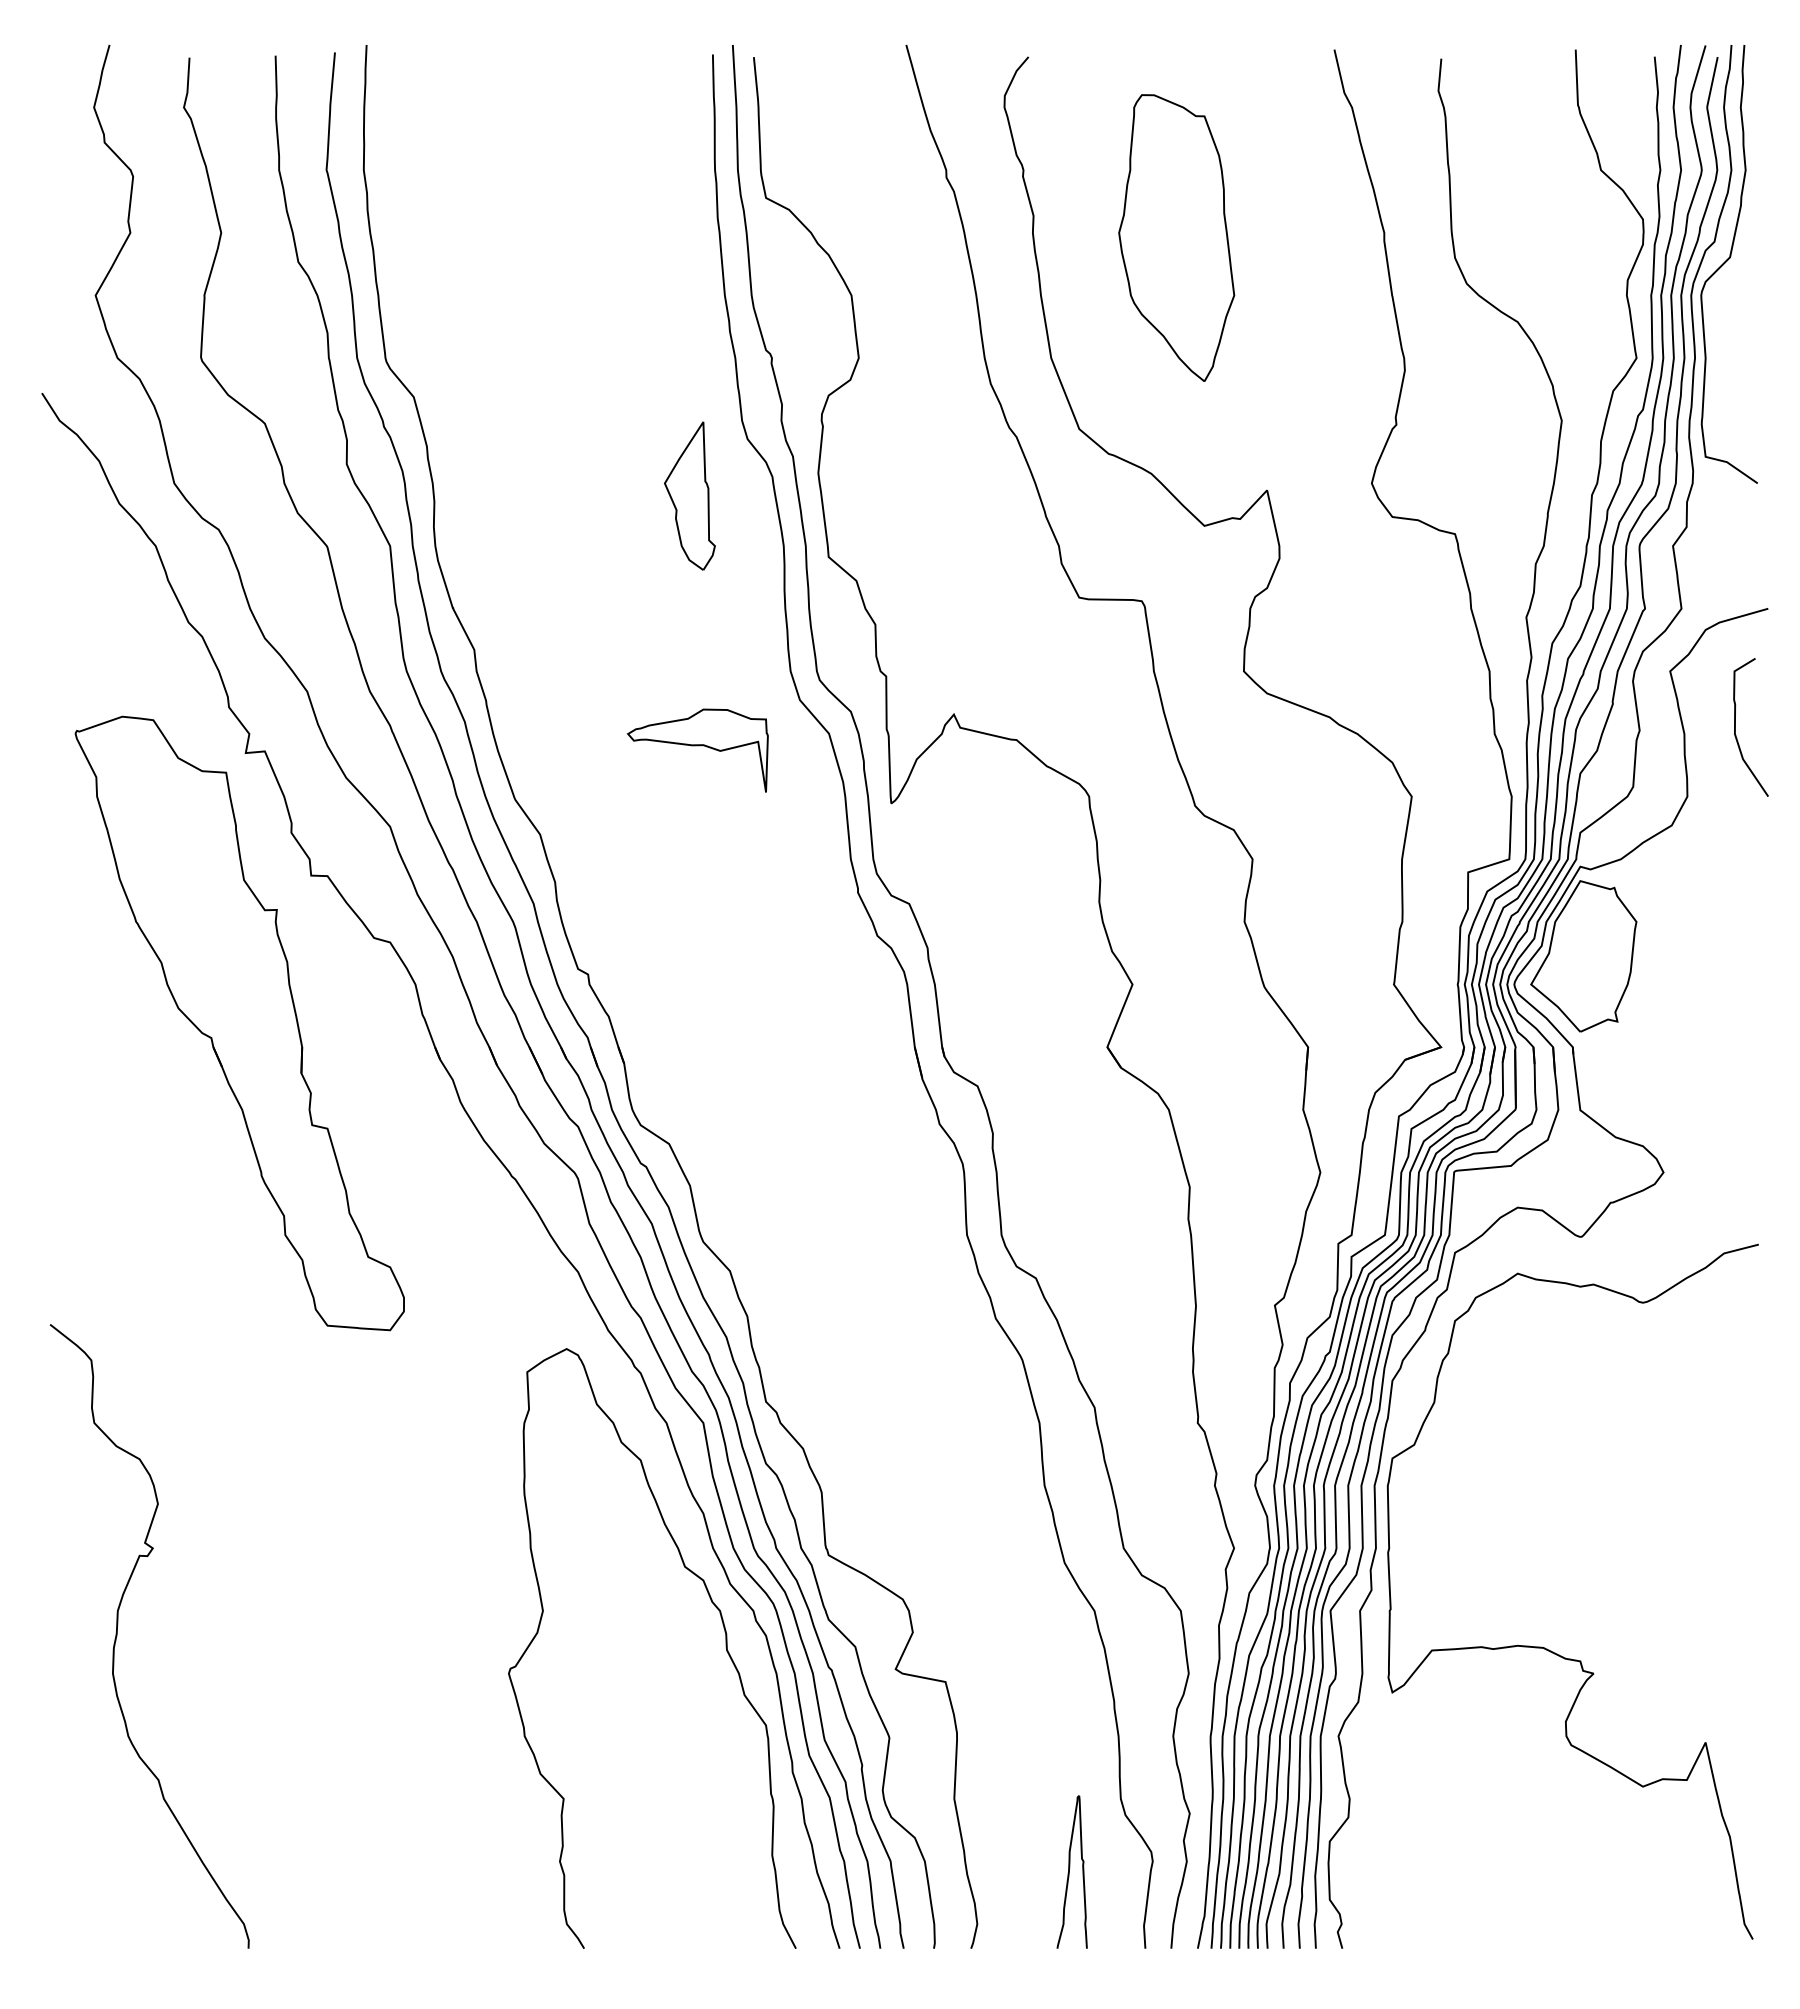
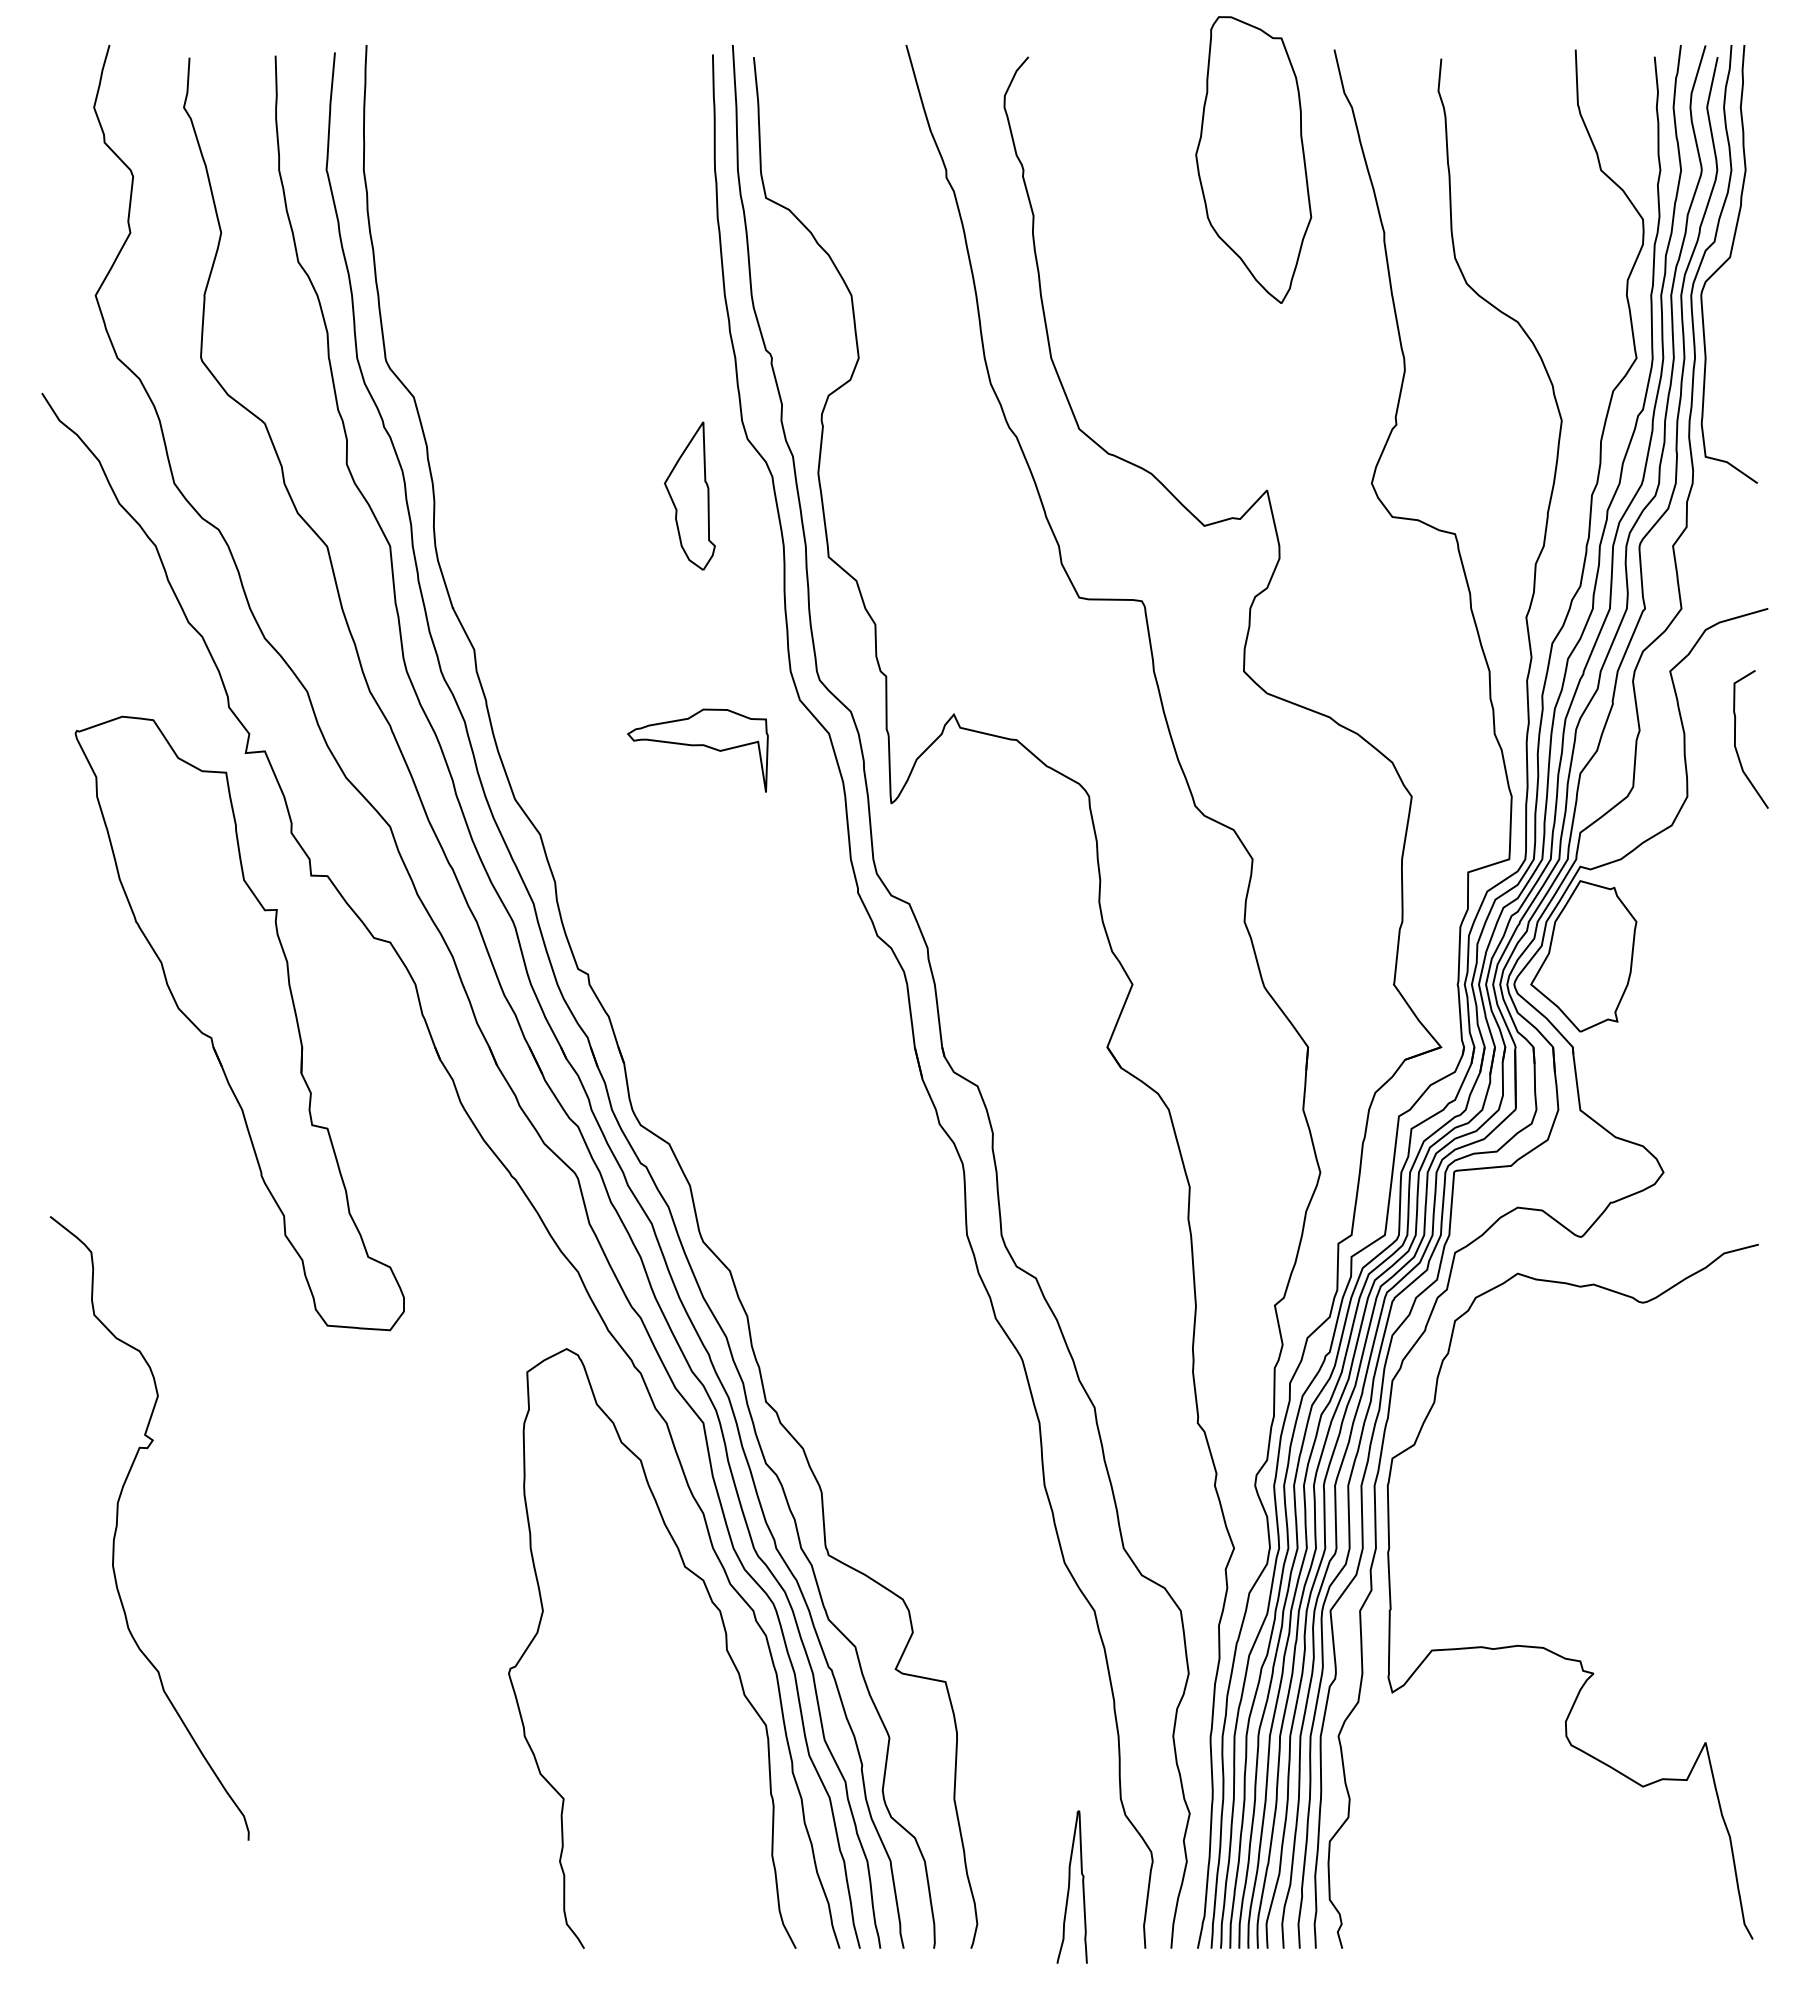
part at (1176, 237) position: (1176, 237) -> (1253, 159)
curve at (1735, 727) position: (1735, 727) -> (1735, 739)
curve at (117, 1636) position: (117, 1636) -> (117, 1528)
curve at (1069, 1871) position: (1069, 1871) -> (1069, 1886)
